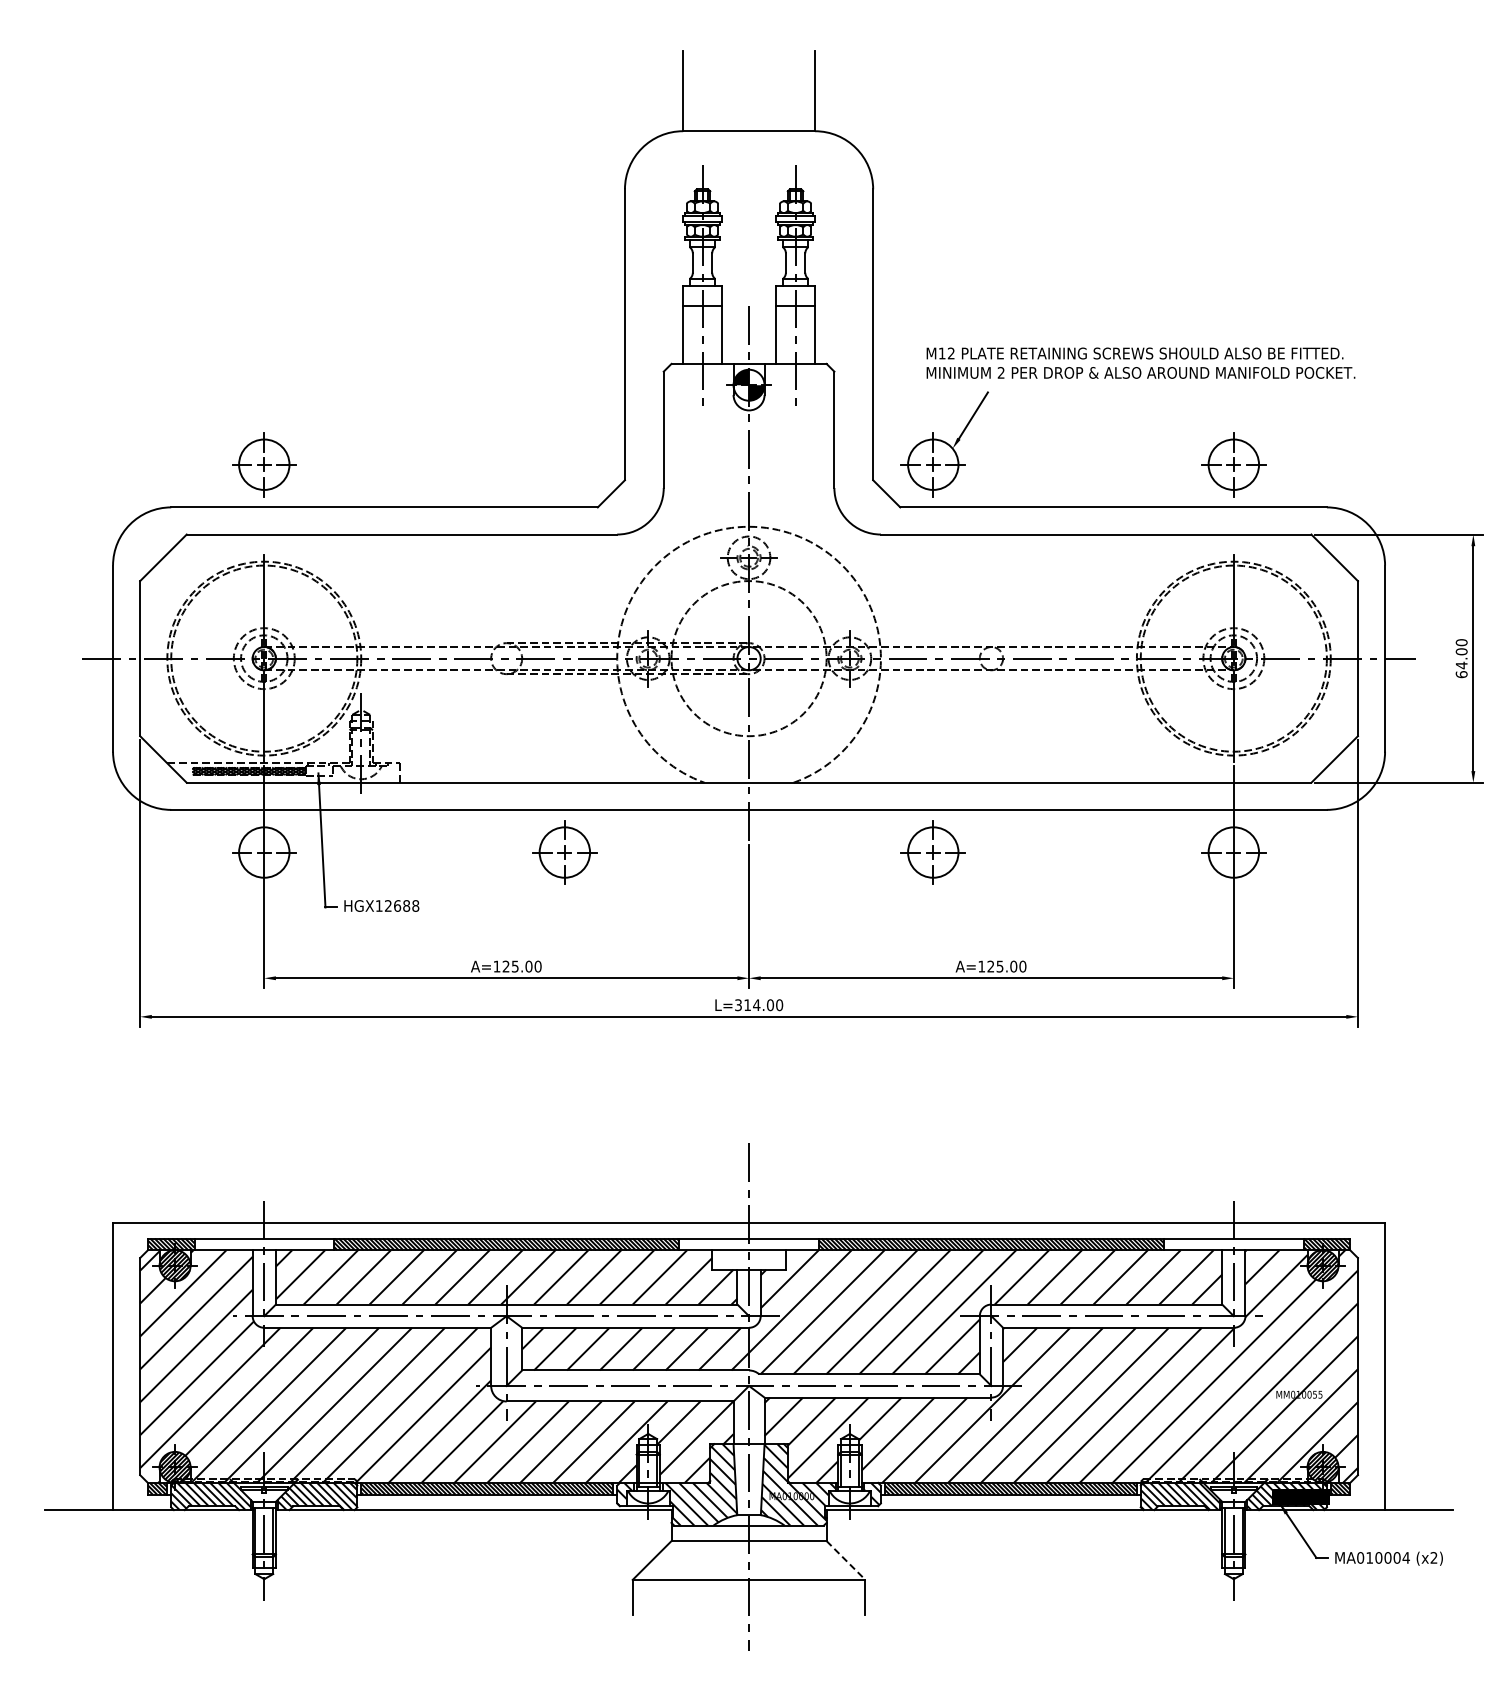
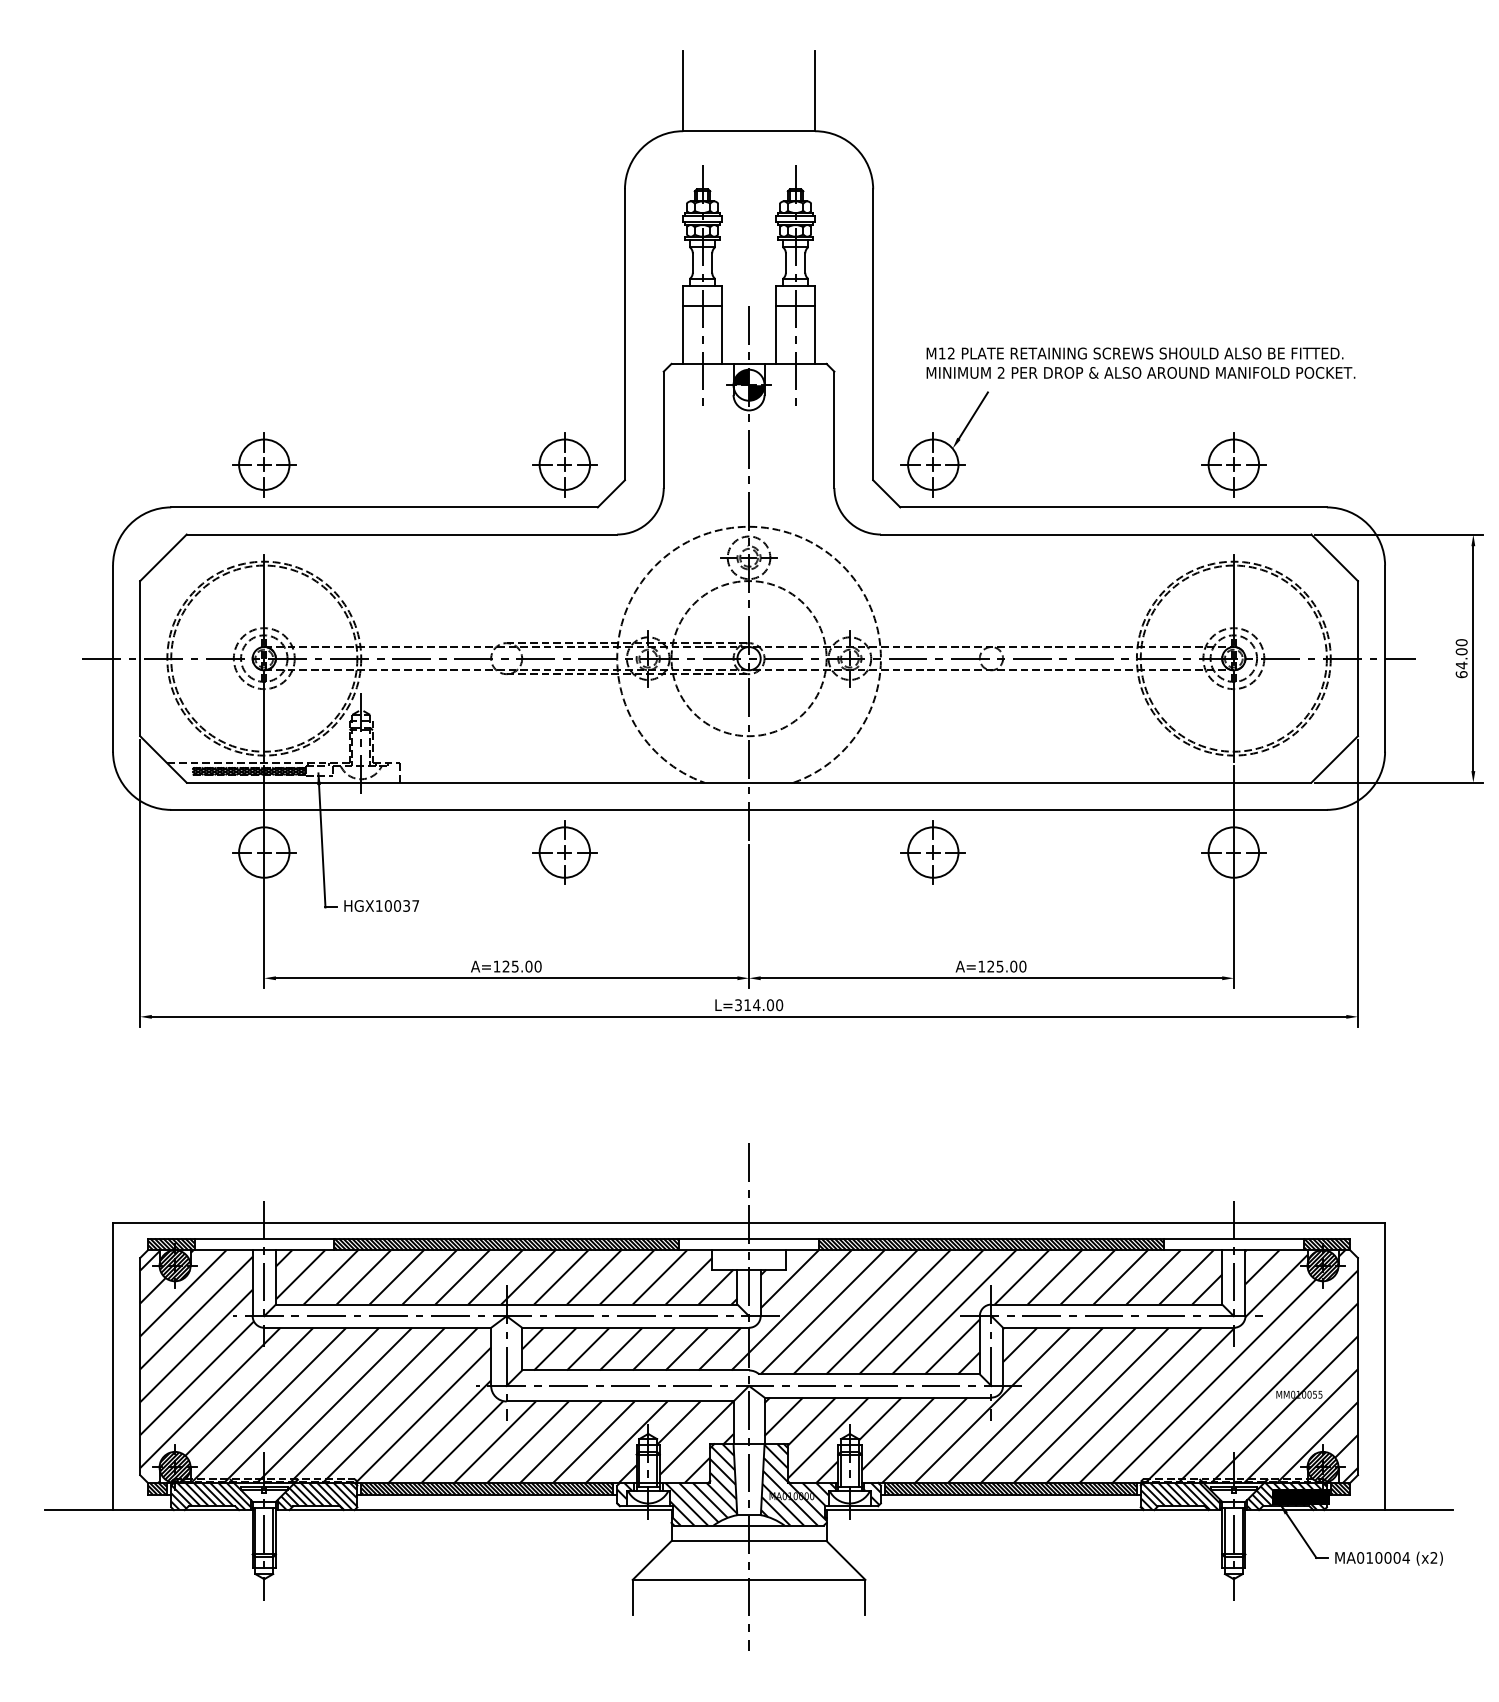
part at (564, 464): none -> present
text at (401, 905): HGX12688 -> HGX10037
line at (846, 1560): dashed -> solid
